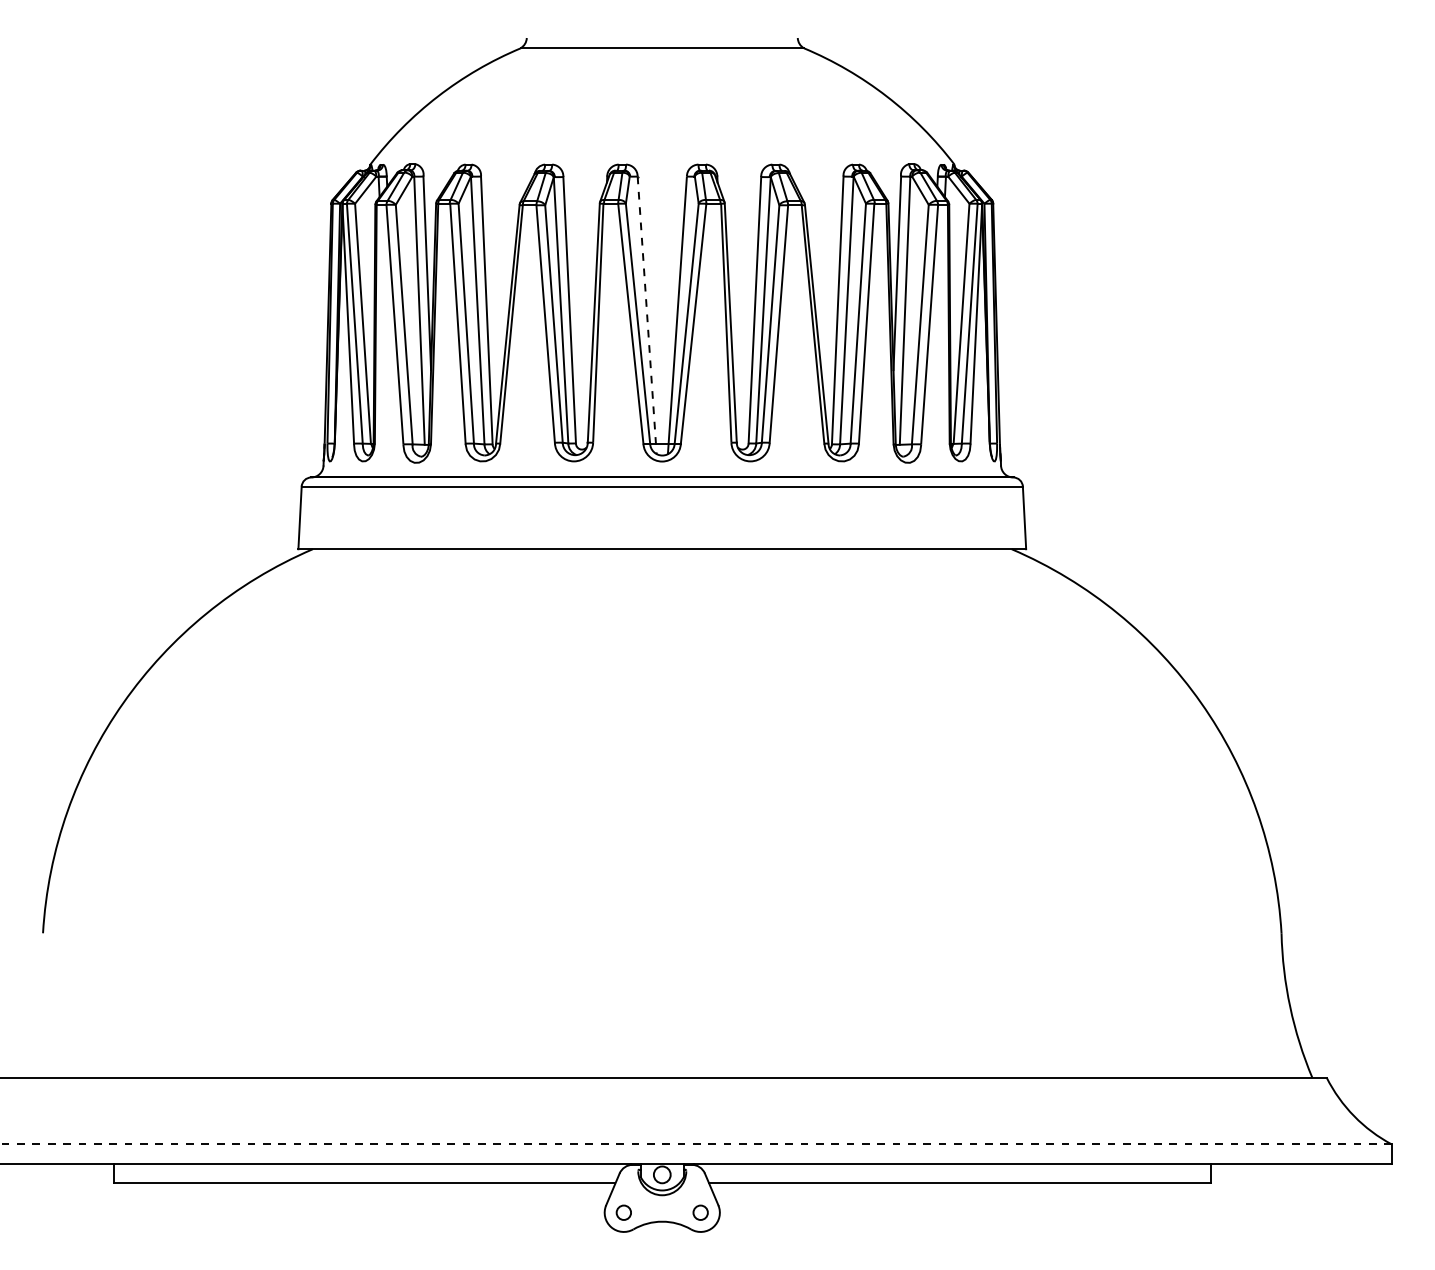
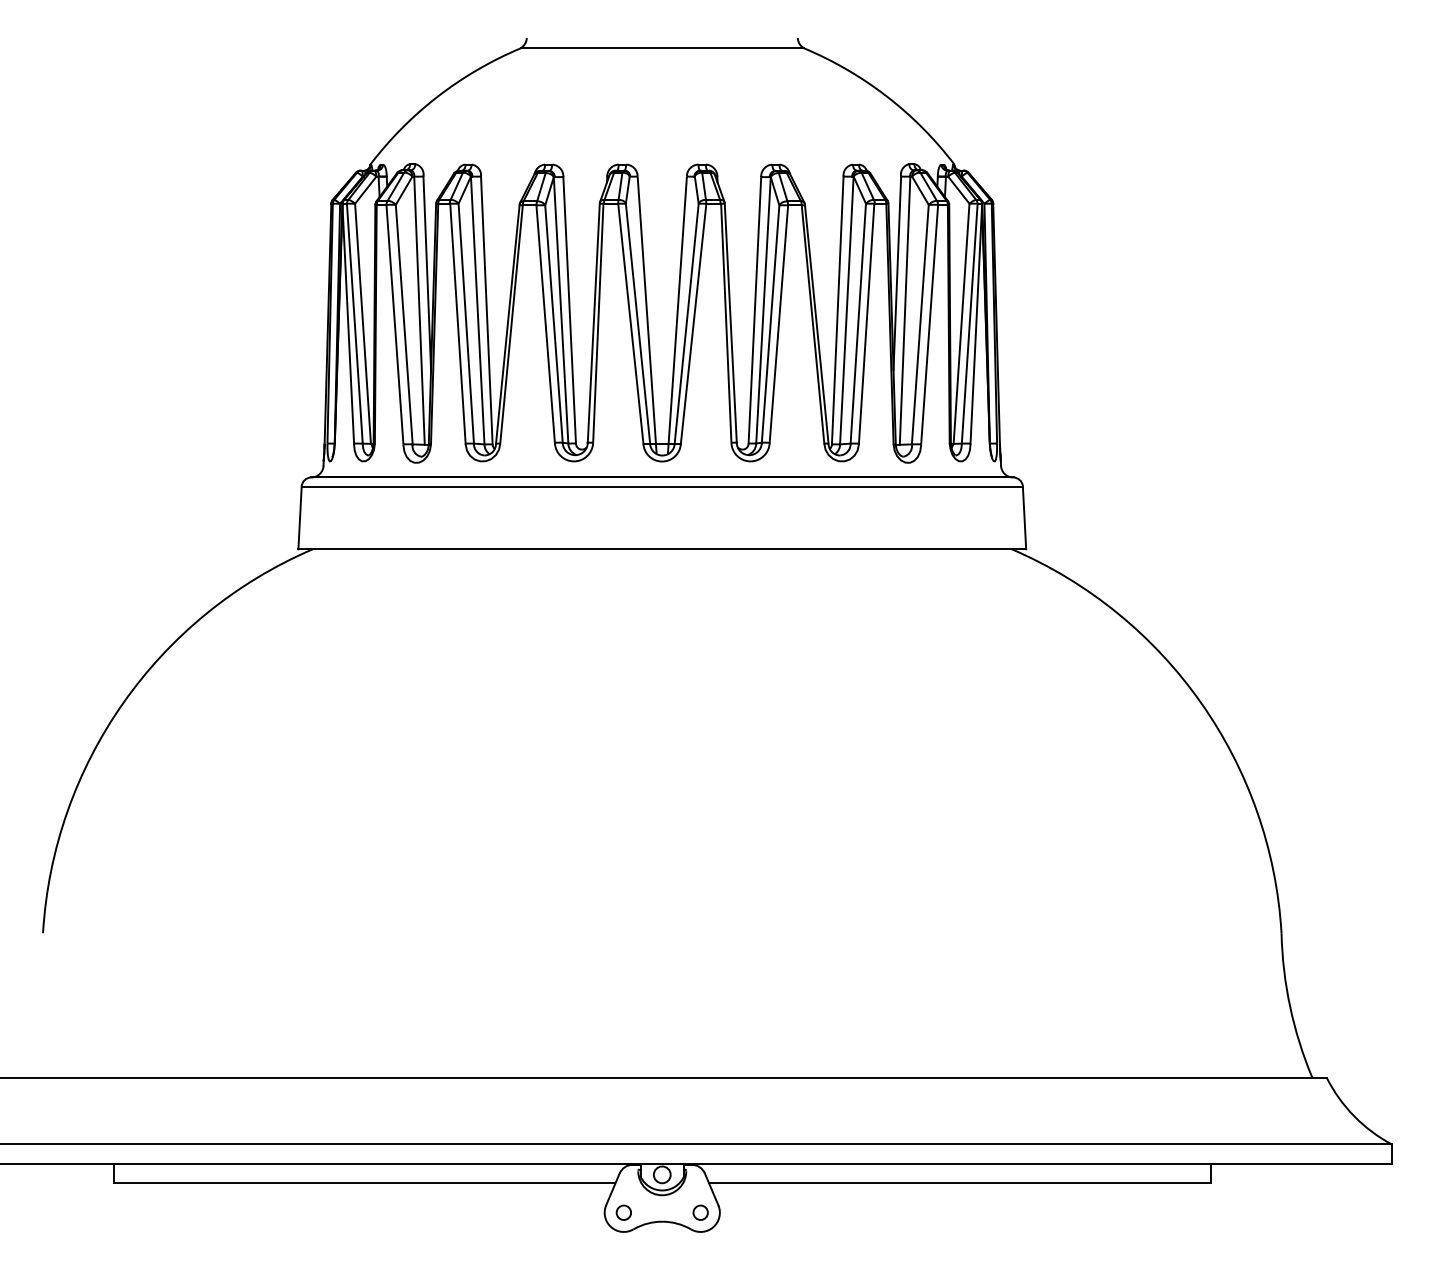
line at (647, 314): dashed -> solid
line at (696, 1144): dashed -> solid
